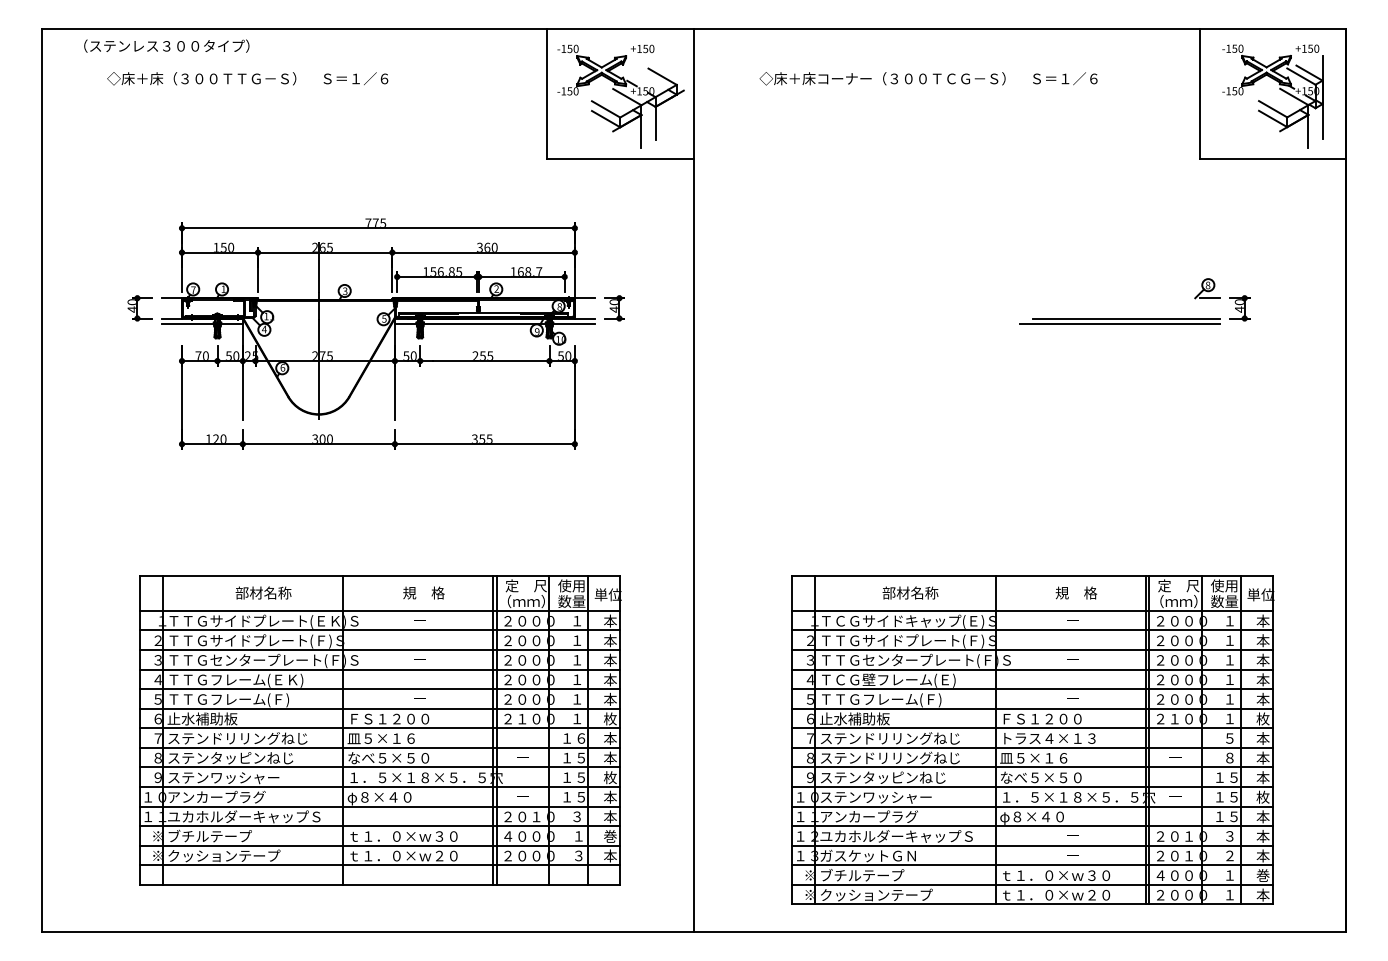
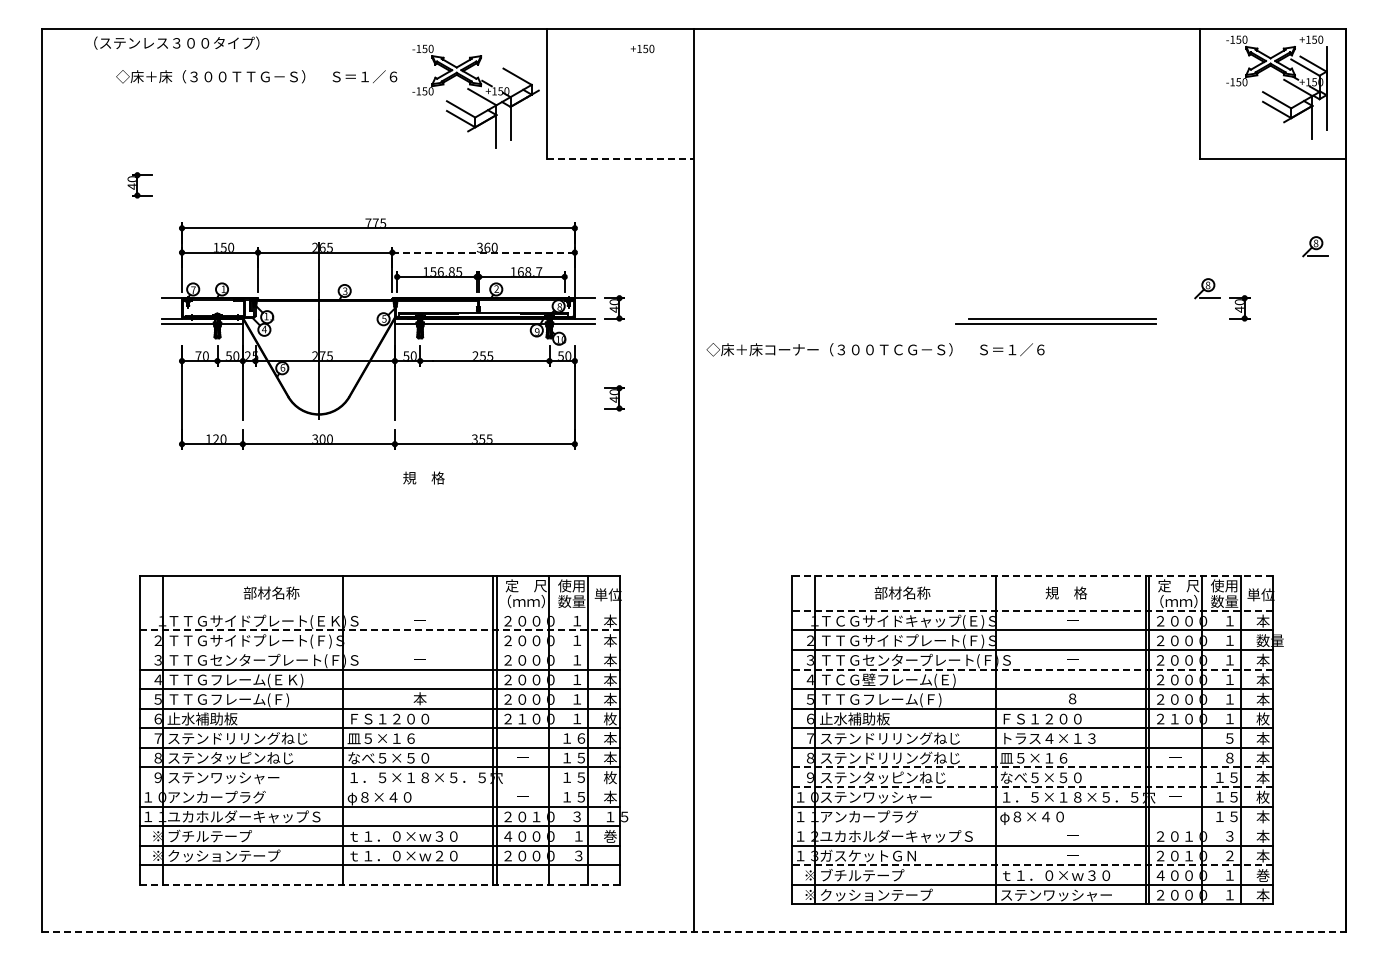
text at (166, 45) position: (166, 45) -> (176, 42)
text at (247, 78) position: (247, 78) -> (256, 76)
text at (928, 78) position: (928, 78) -> (875, 349)
part at (620, 96) position: (620, 96) -> (475, 96)
part at (1267, 104) position: (1267, 104) -> (1271, 95)
line at (621, 159): solid -> dashed
part at (1315, 246): none -> present
line at (483, 252): solid -> dashed
part at (139, 308) position: (139, 308) -> (139, 185)
part at (1119, 321) position: (1119, 321) -> (1055, 321)
part at (614, 398): none -> present
line at (1031, 575): solid -> dashed
text at (263, 592) position: (263, 592) -> (271, 592)
text at (423, 592) position: (423, 592) -> (423, 477)
text at (910, 592) position: (910, 592) -> (902, 592)
text at (1076, 592) position: (1076, 592) -> (1066, 592)
line at (379, 610): present -> none
line at (1031, 610): solid -> dashed
line at (379, 630): solid -> dashed
text at (1269, 640): 本 -> 数量
line at (379, 650): present -> none
line at (1031, 669): solid -> dashed
text at (419, 698): ― -> 本
text at (1072, 698): ― -> ８
line at (1031, 767): solid -> dashed
line at (379, 787): present -> none
line at (1031, 787): solid -> dashed
text at (616, 816): 本 -> １５
line at (1031, 826): present -> none
text at (610, 855): 本 -> ―
line at (1031, 865): solid -> dashed
line at (379, 884): solid -> dashed
text at (1056, 895): ｔ１．０×ｗ２０ -> ステンワッシャー
line at (694, 932): solid -> dashed
